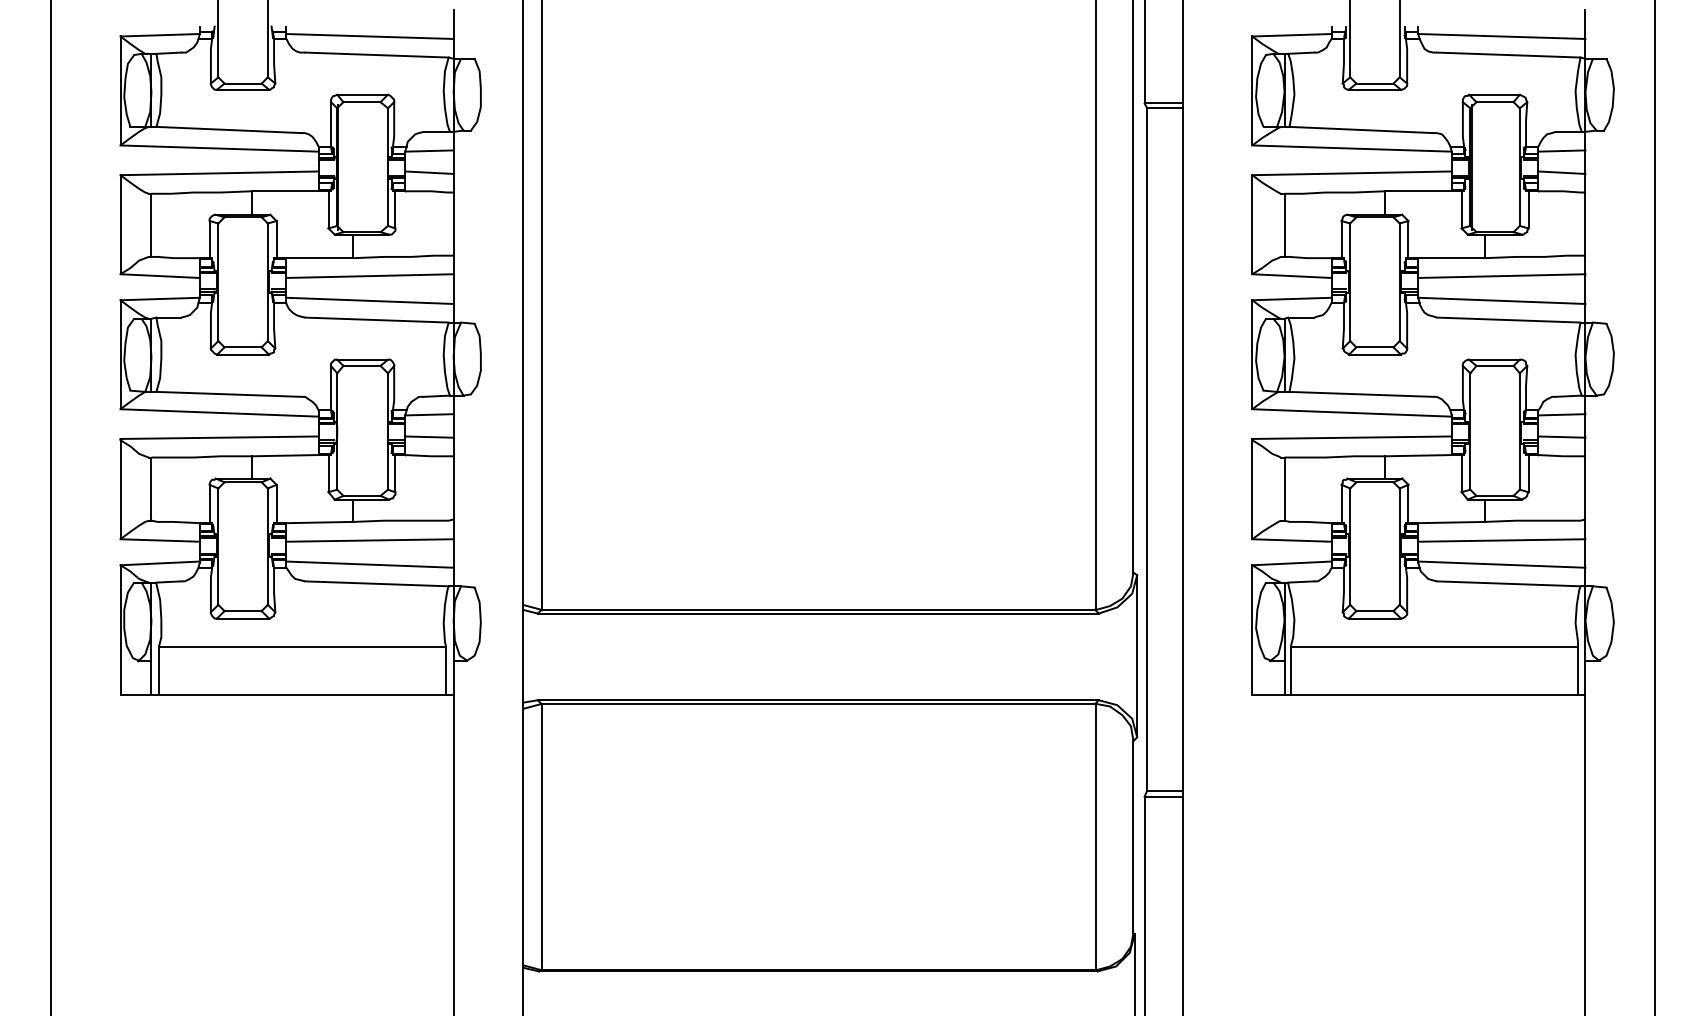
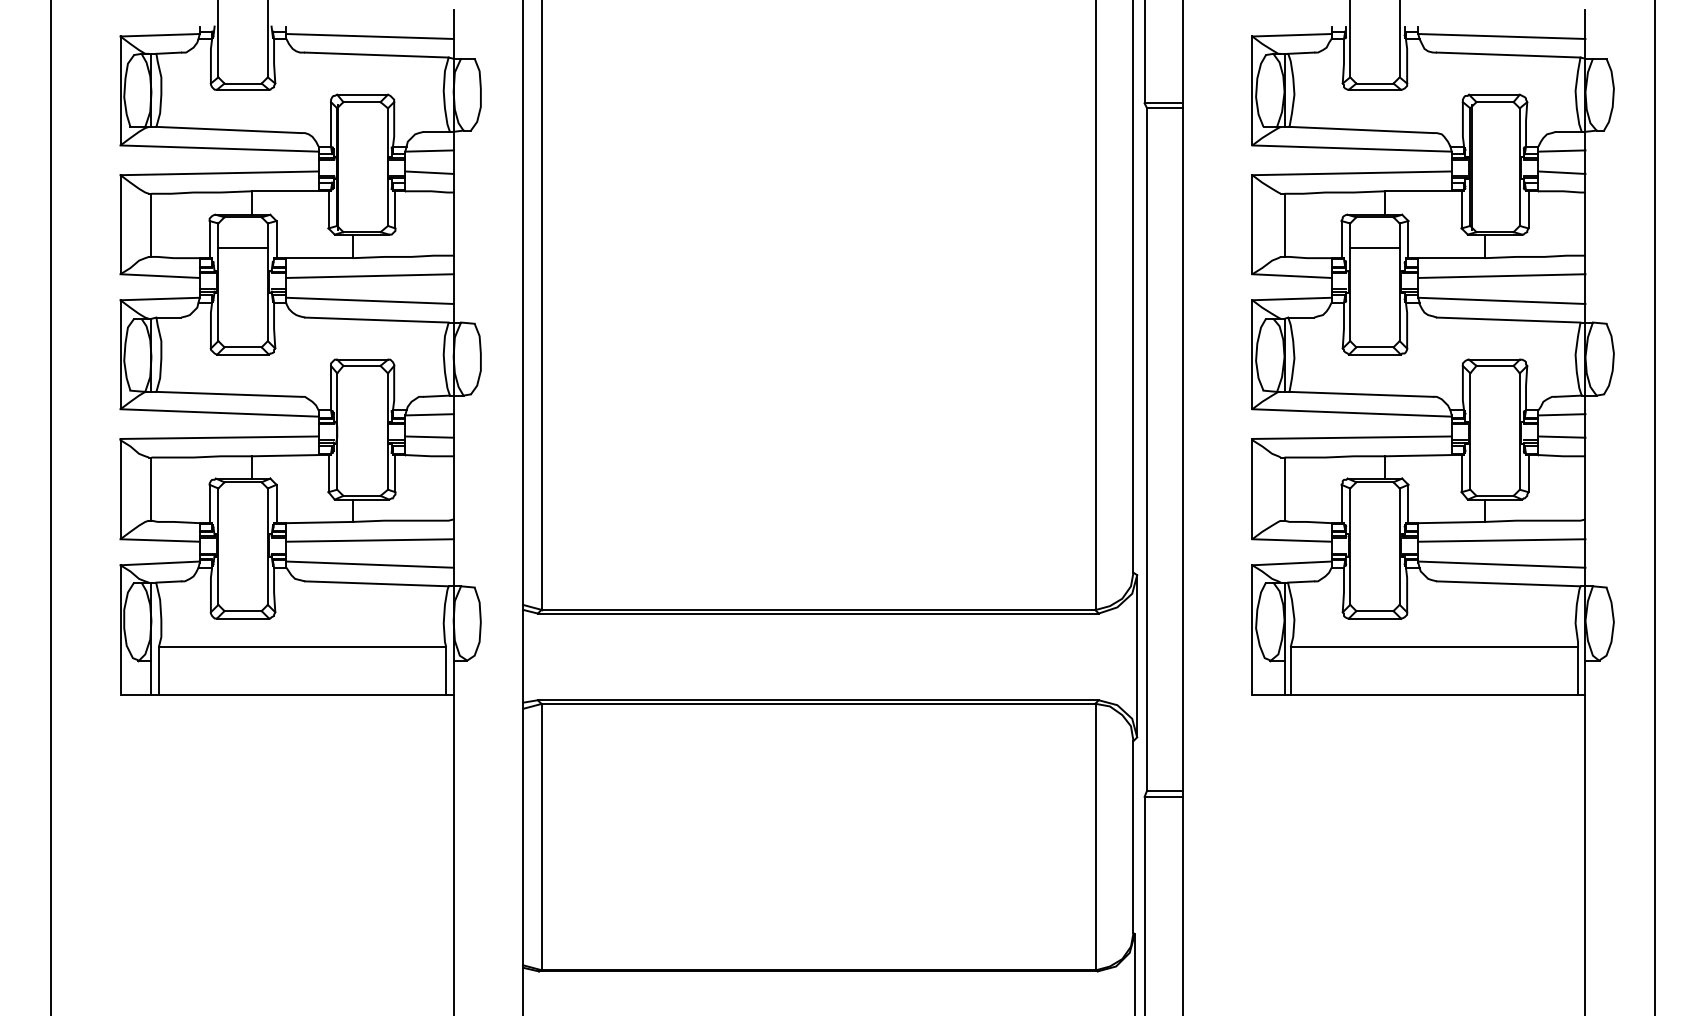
line at (242, 248): none -> present
line at (1374, 248): none -> present
